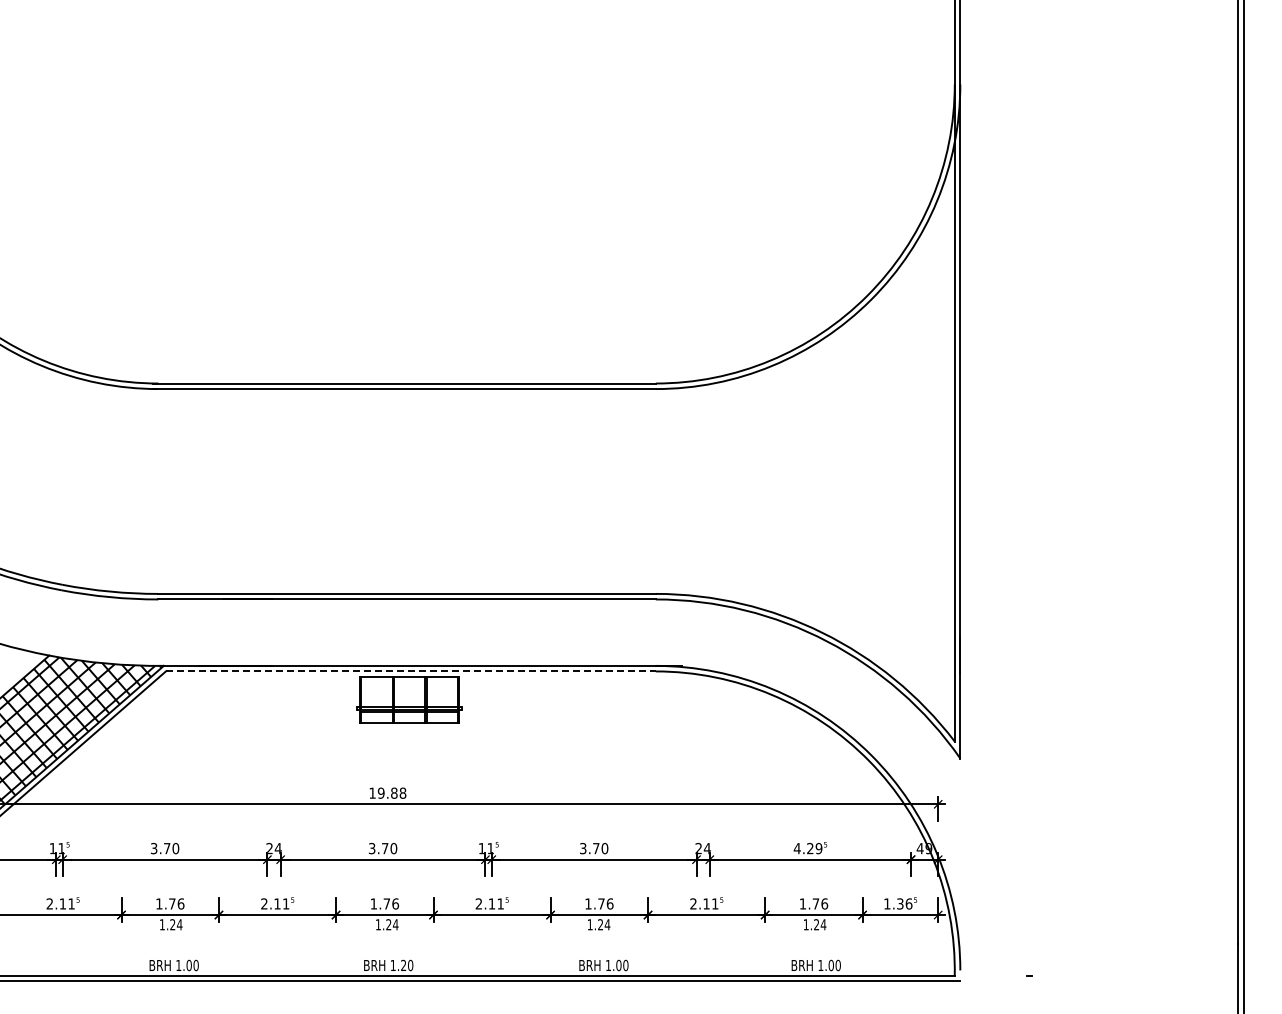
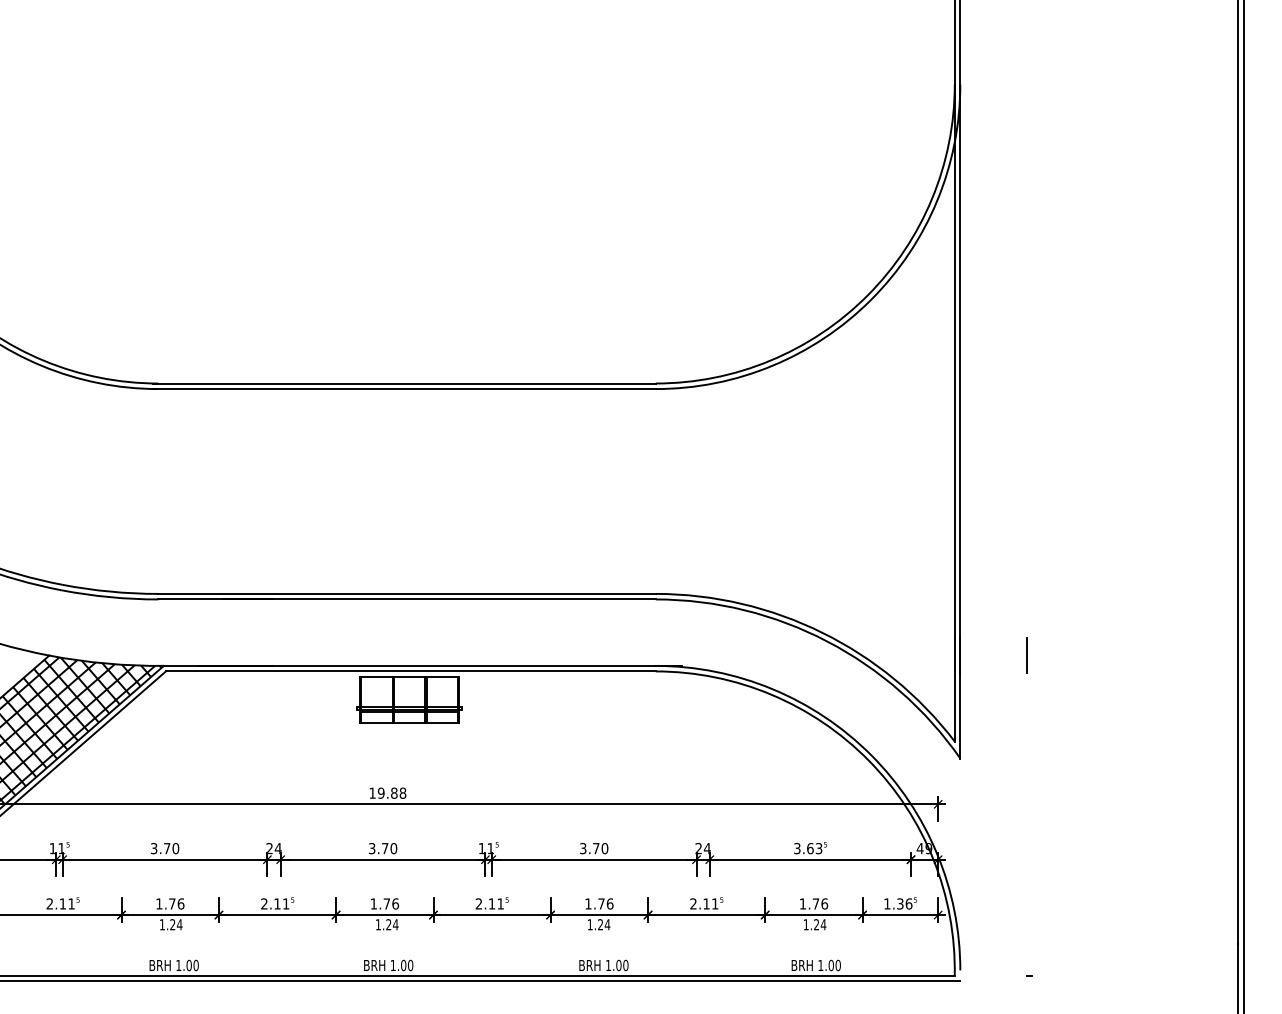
line at (1026, 655): none -> present
line at (410, 671): dashed -> solid
text at (807, 848): 4.29 -> 3.63
text at (403, 965): 1.20 -> 1.00
